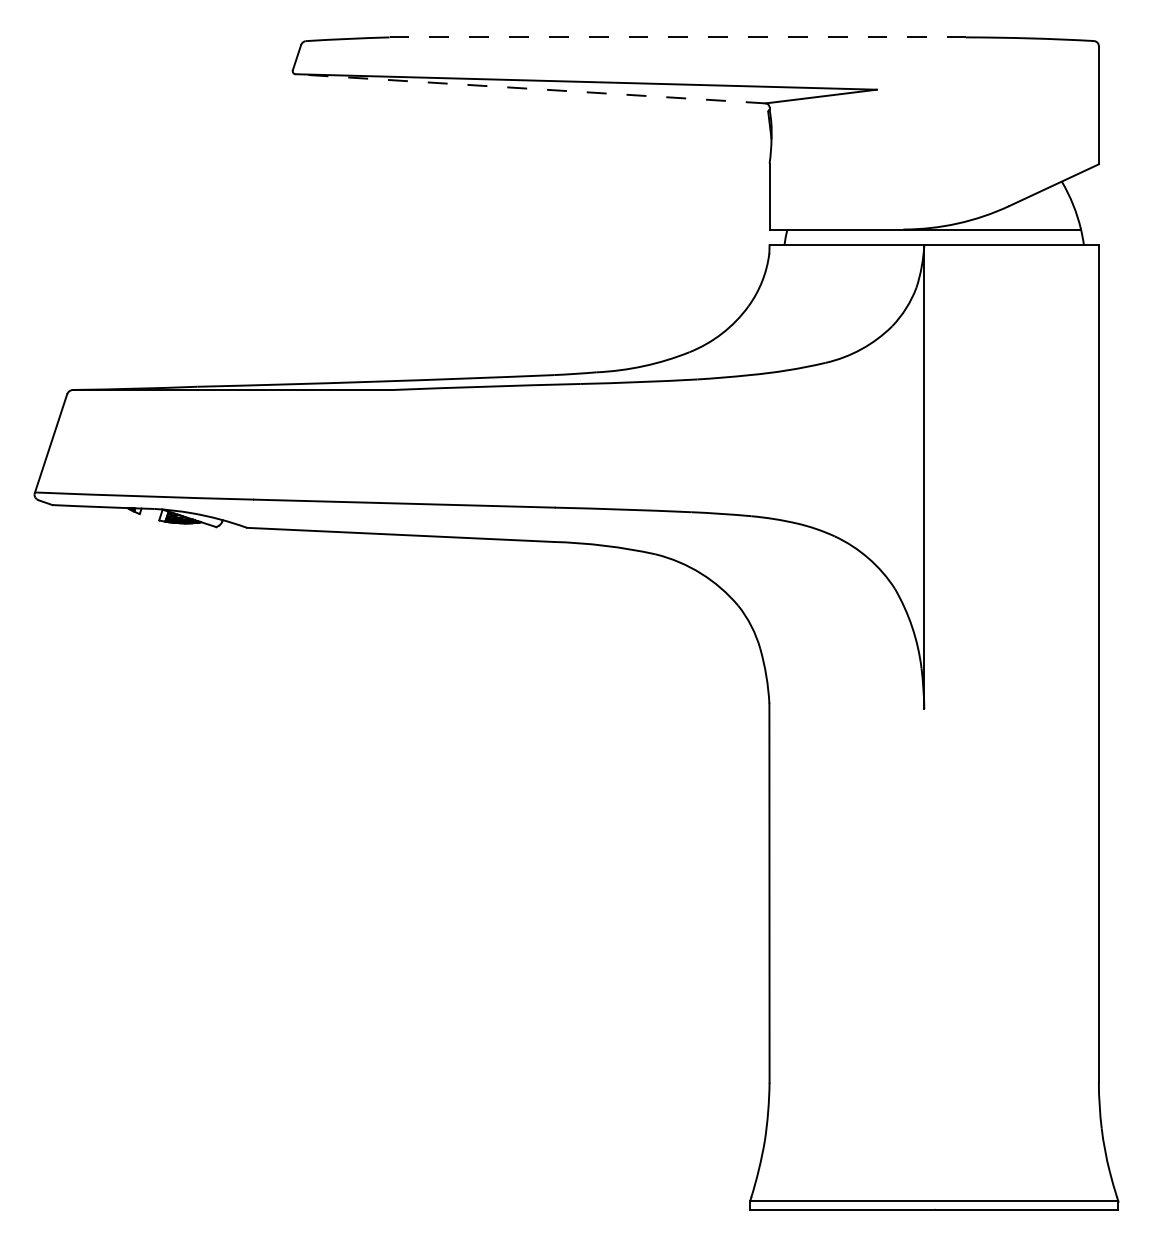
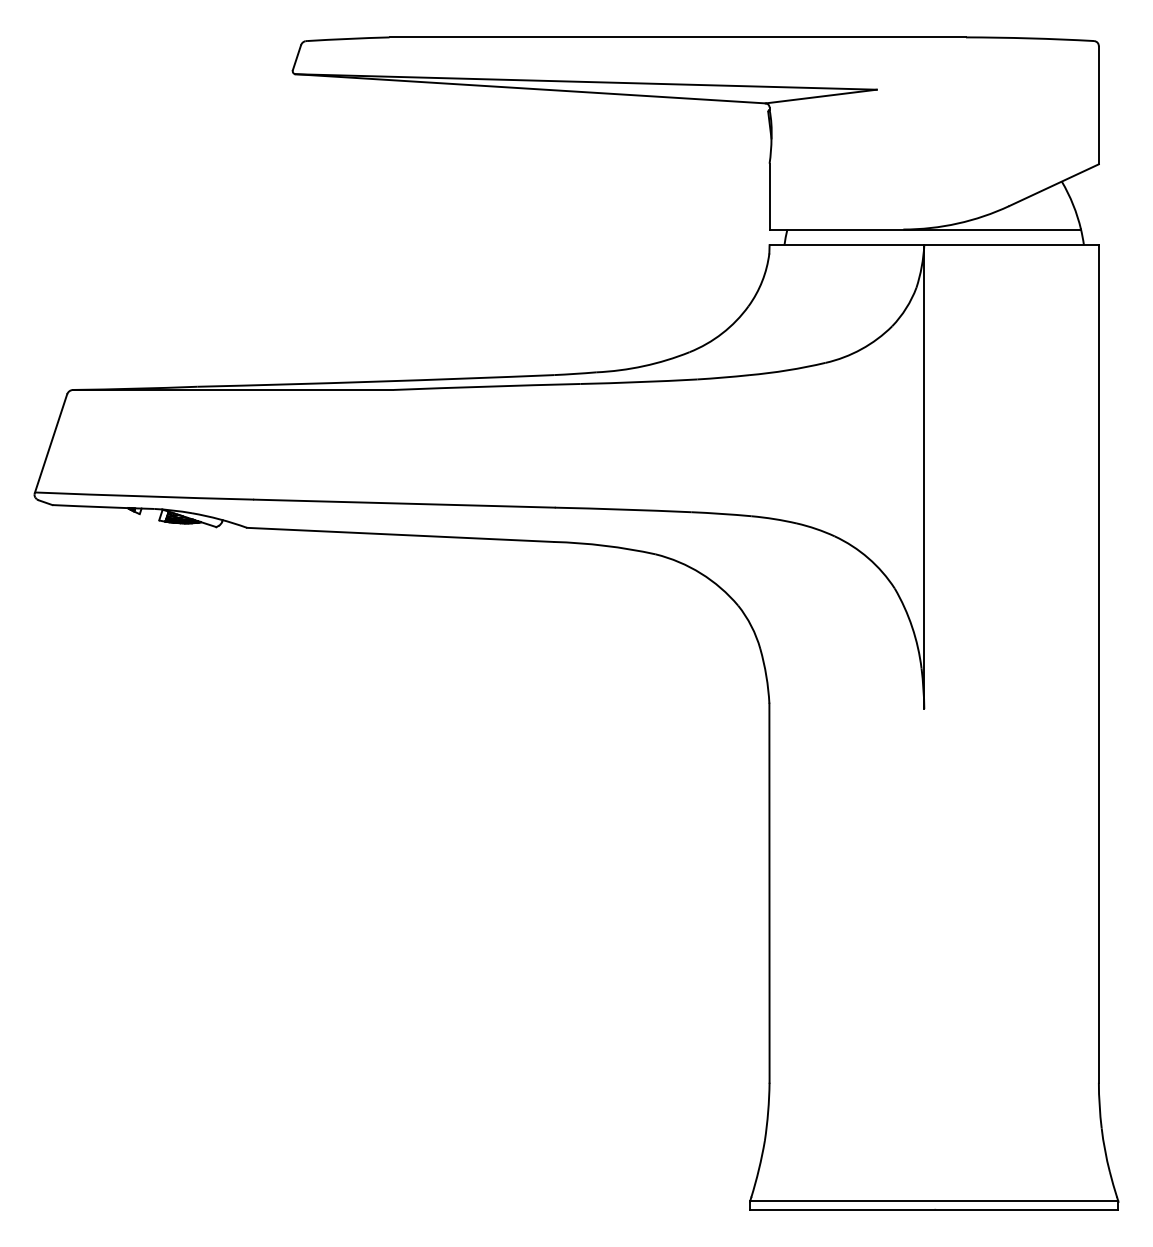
line at (678, 37): dashed -> solid
line at (530, 88): dashed -> solid
